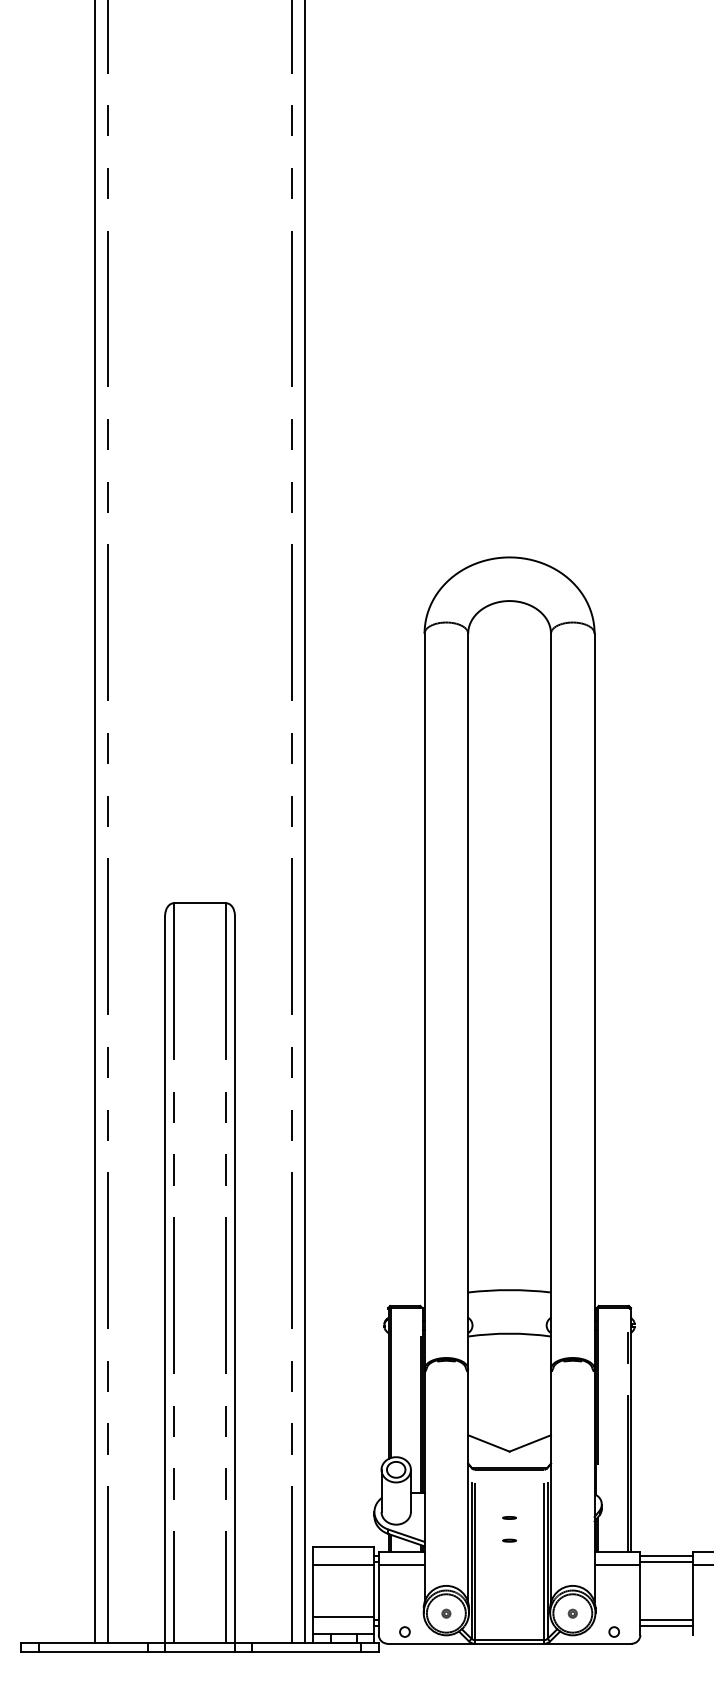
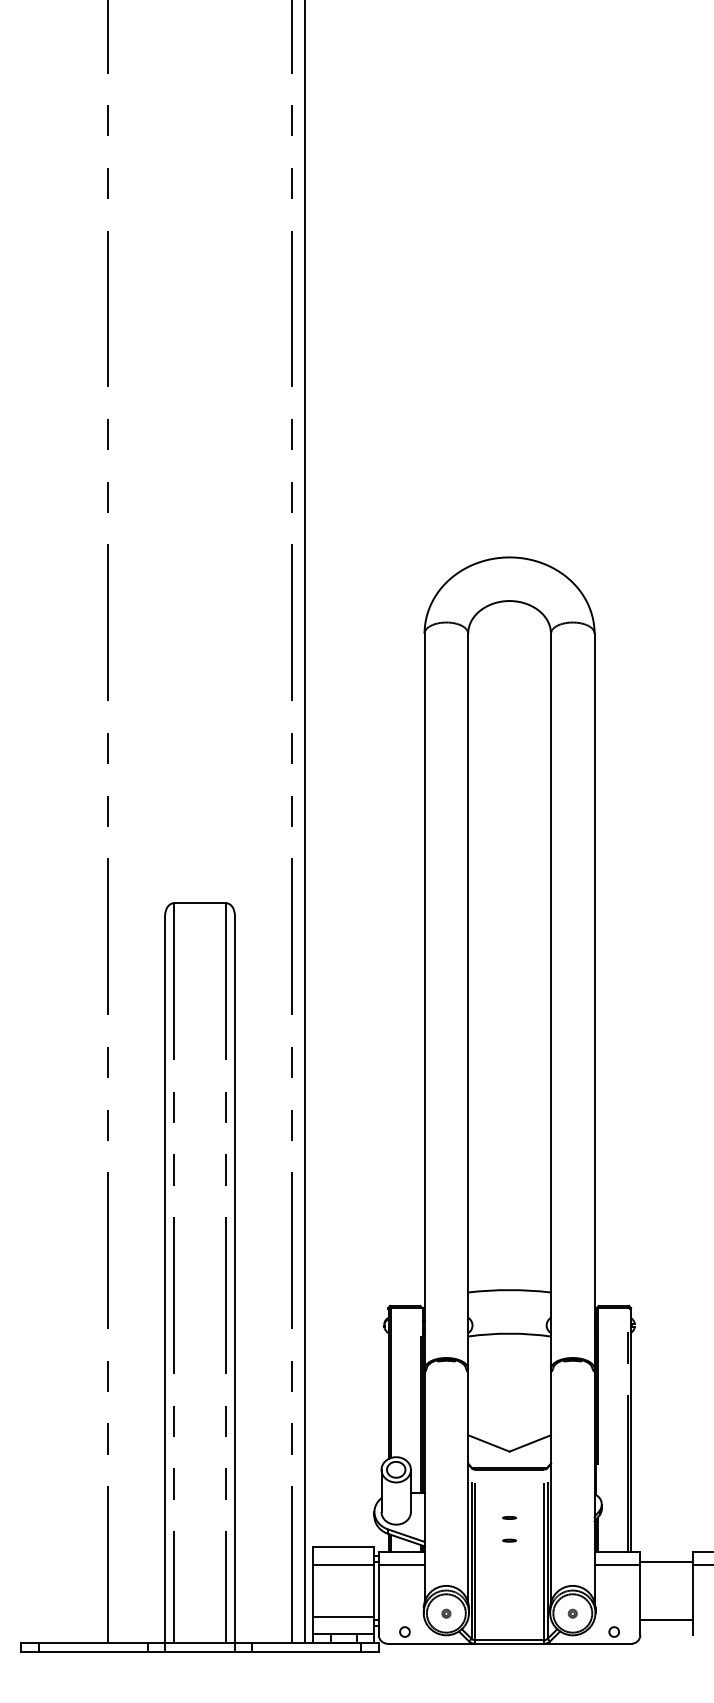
line at (95, 822): present -> none
line at (666, 1555): present -> none
line at (666, 1625): present -> none
